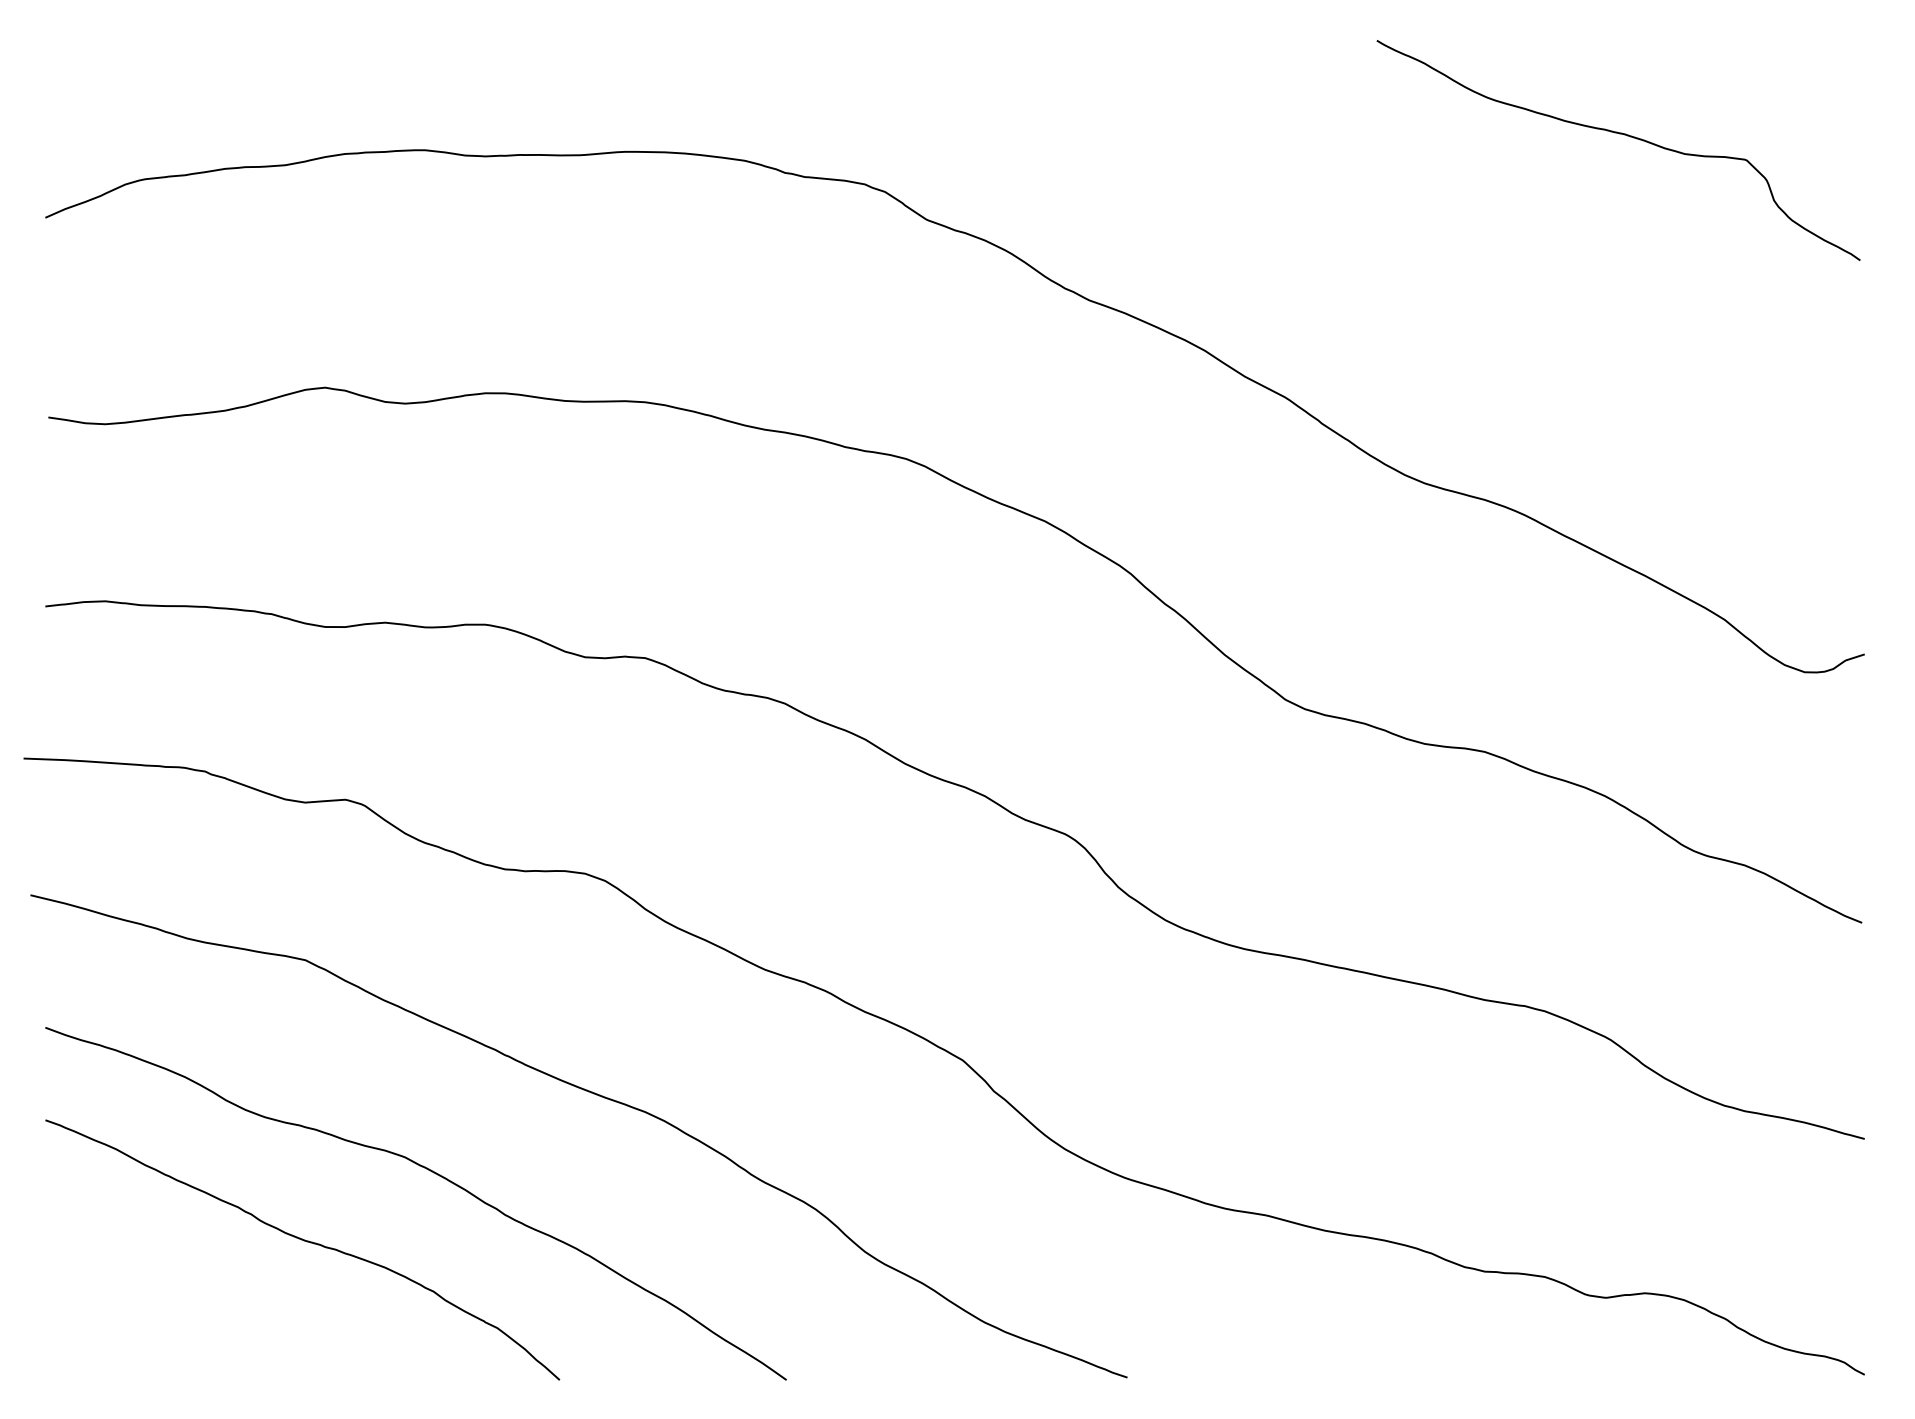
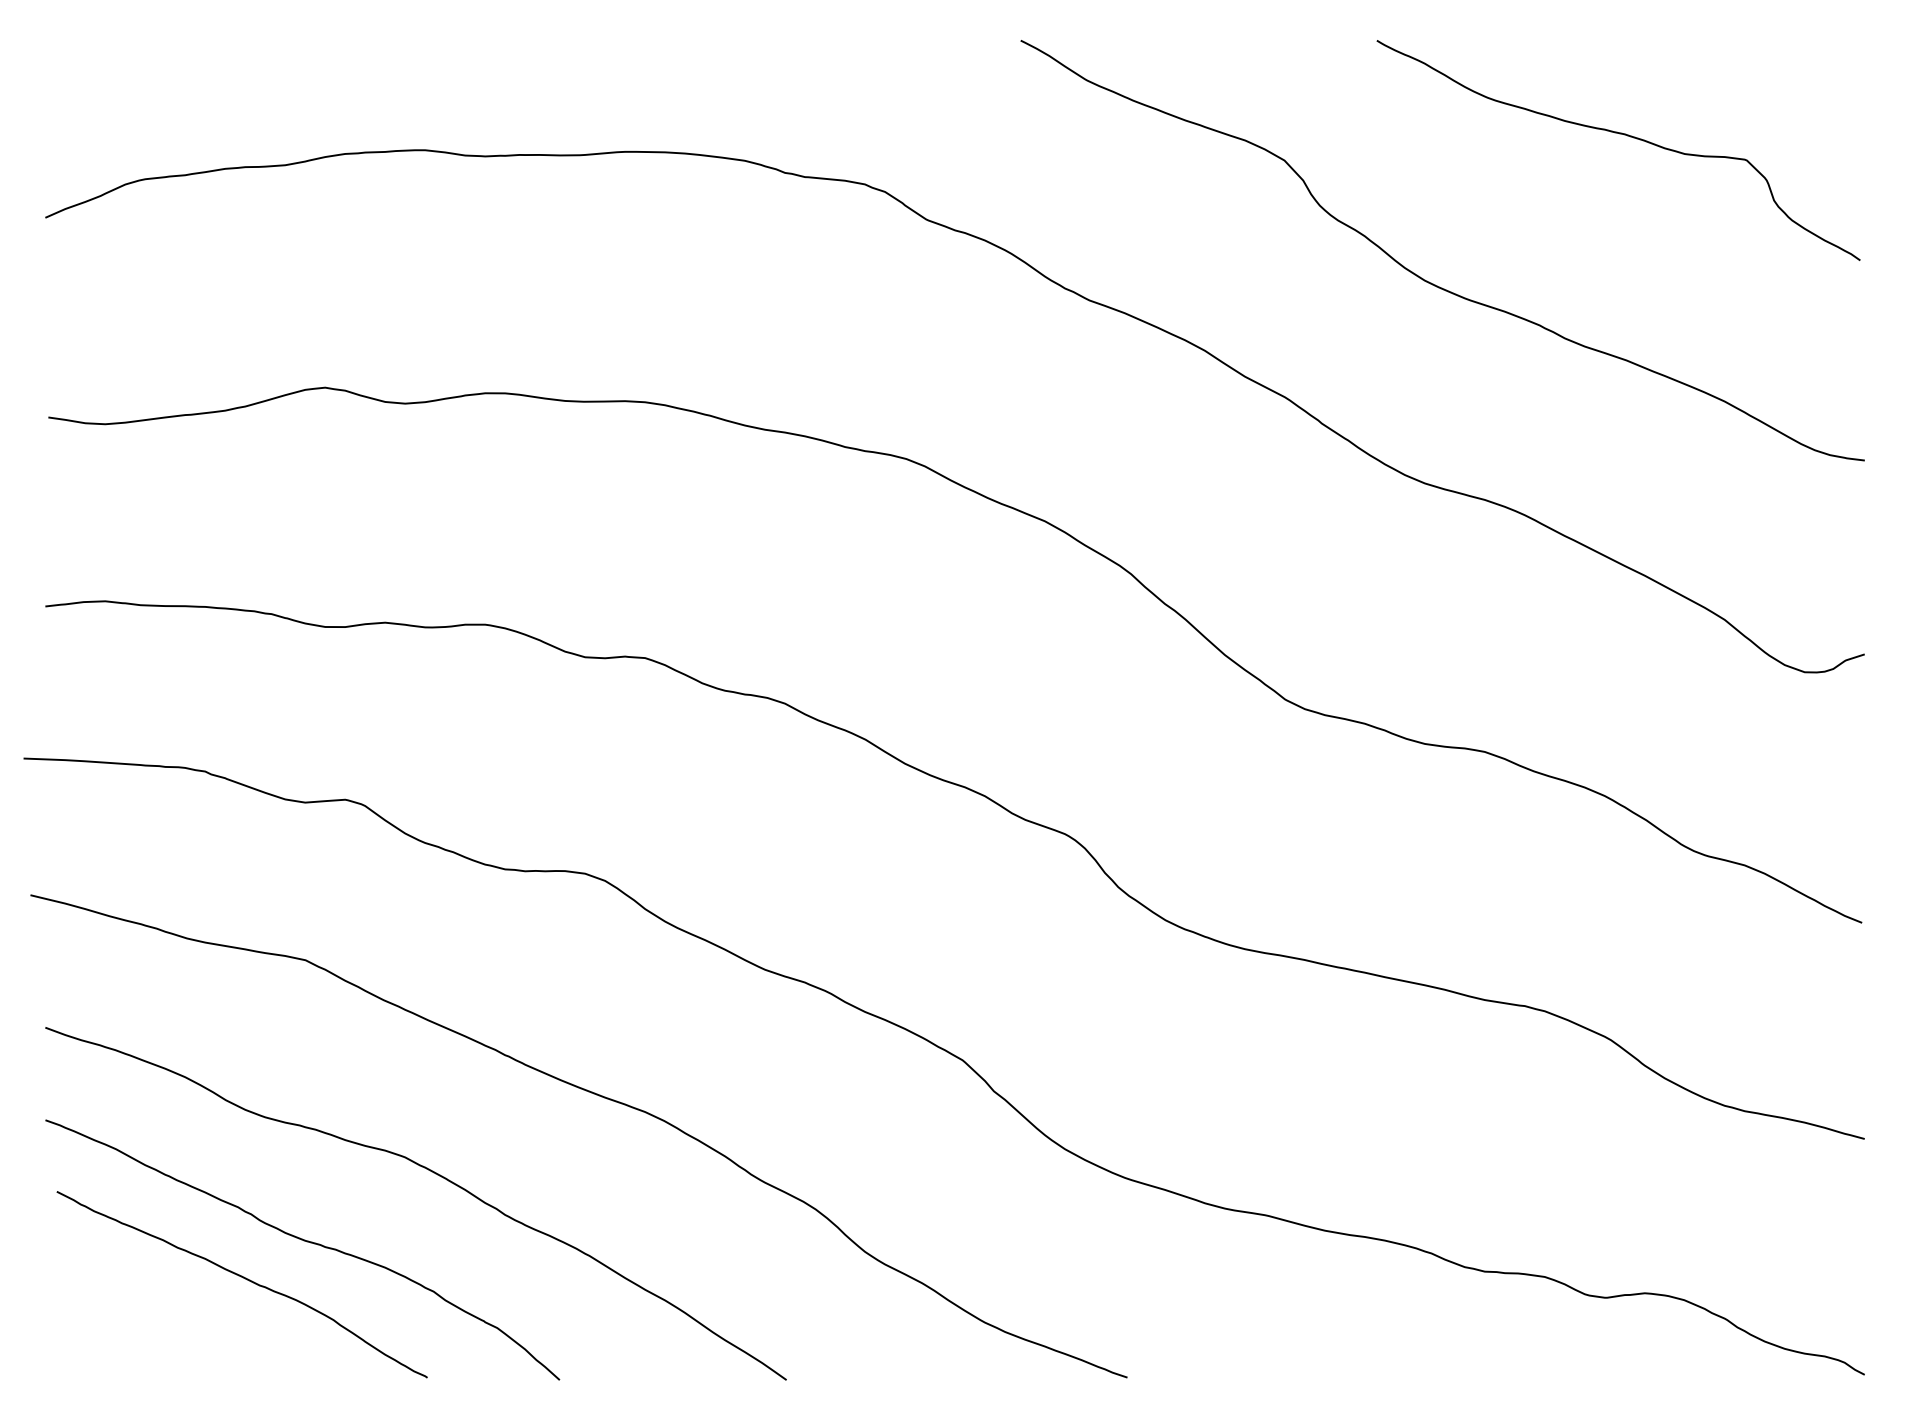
curve at (1427, 280): none -> present
curve at (243, 1278): none -> present
